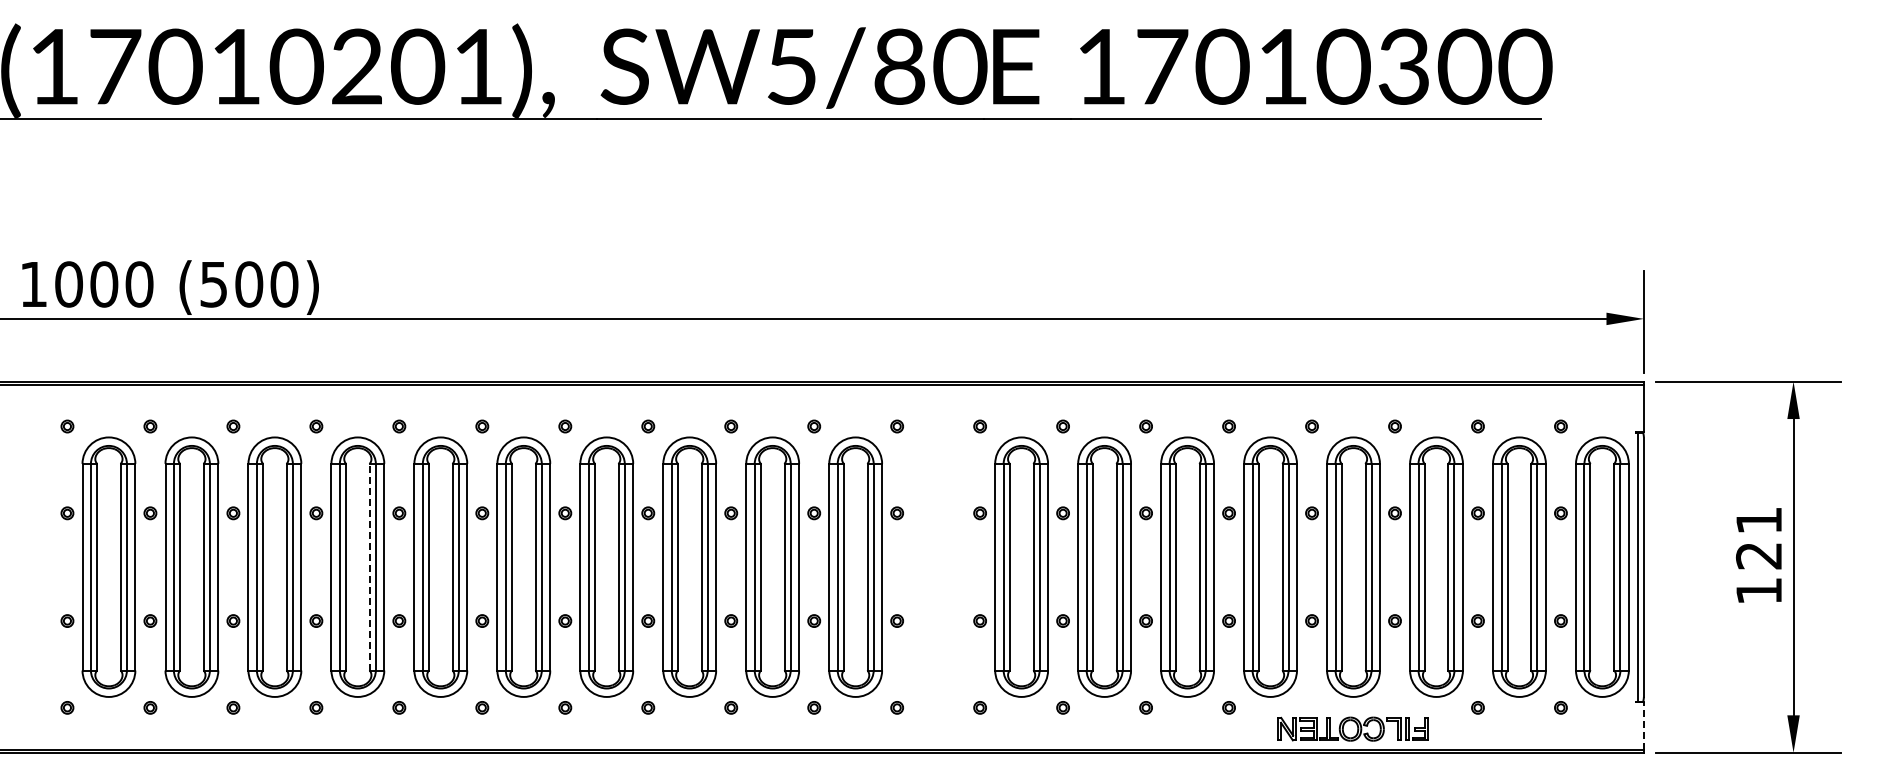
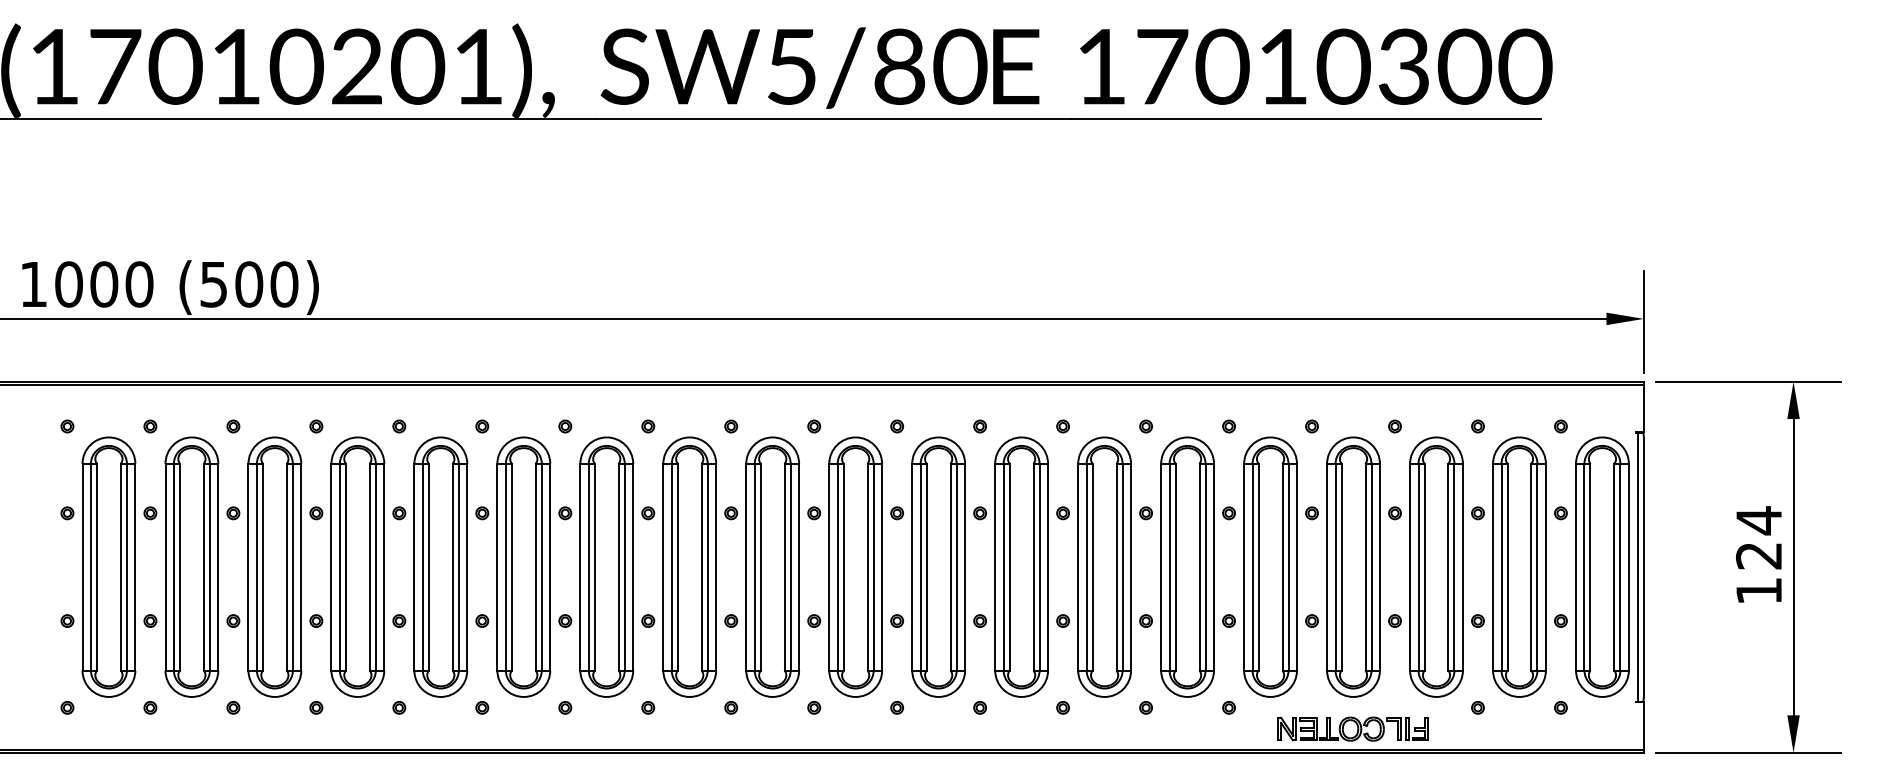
text at (1758, 520): 121 -> 124
line at (369, 566): dashed -> solid
part at (938, 566): none -> present
line at (1643, 725): dashed -> solid
